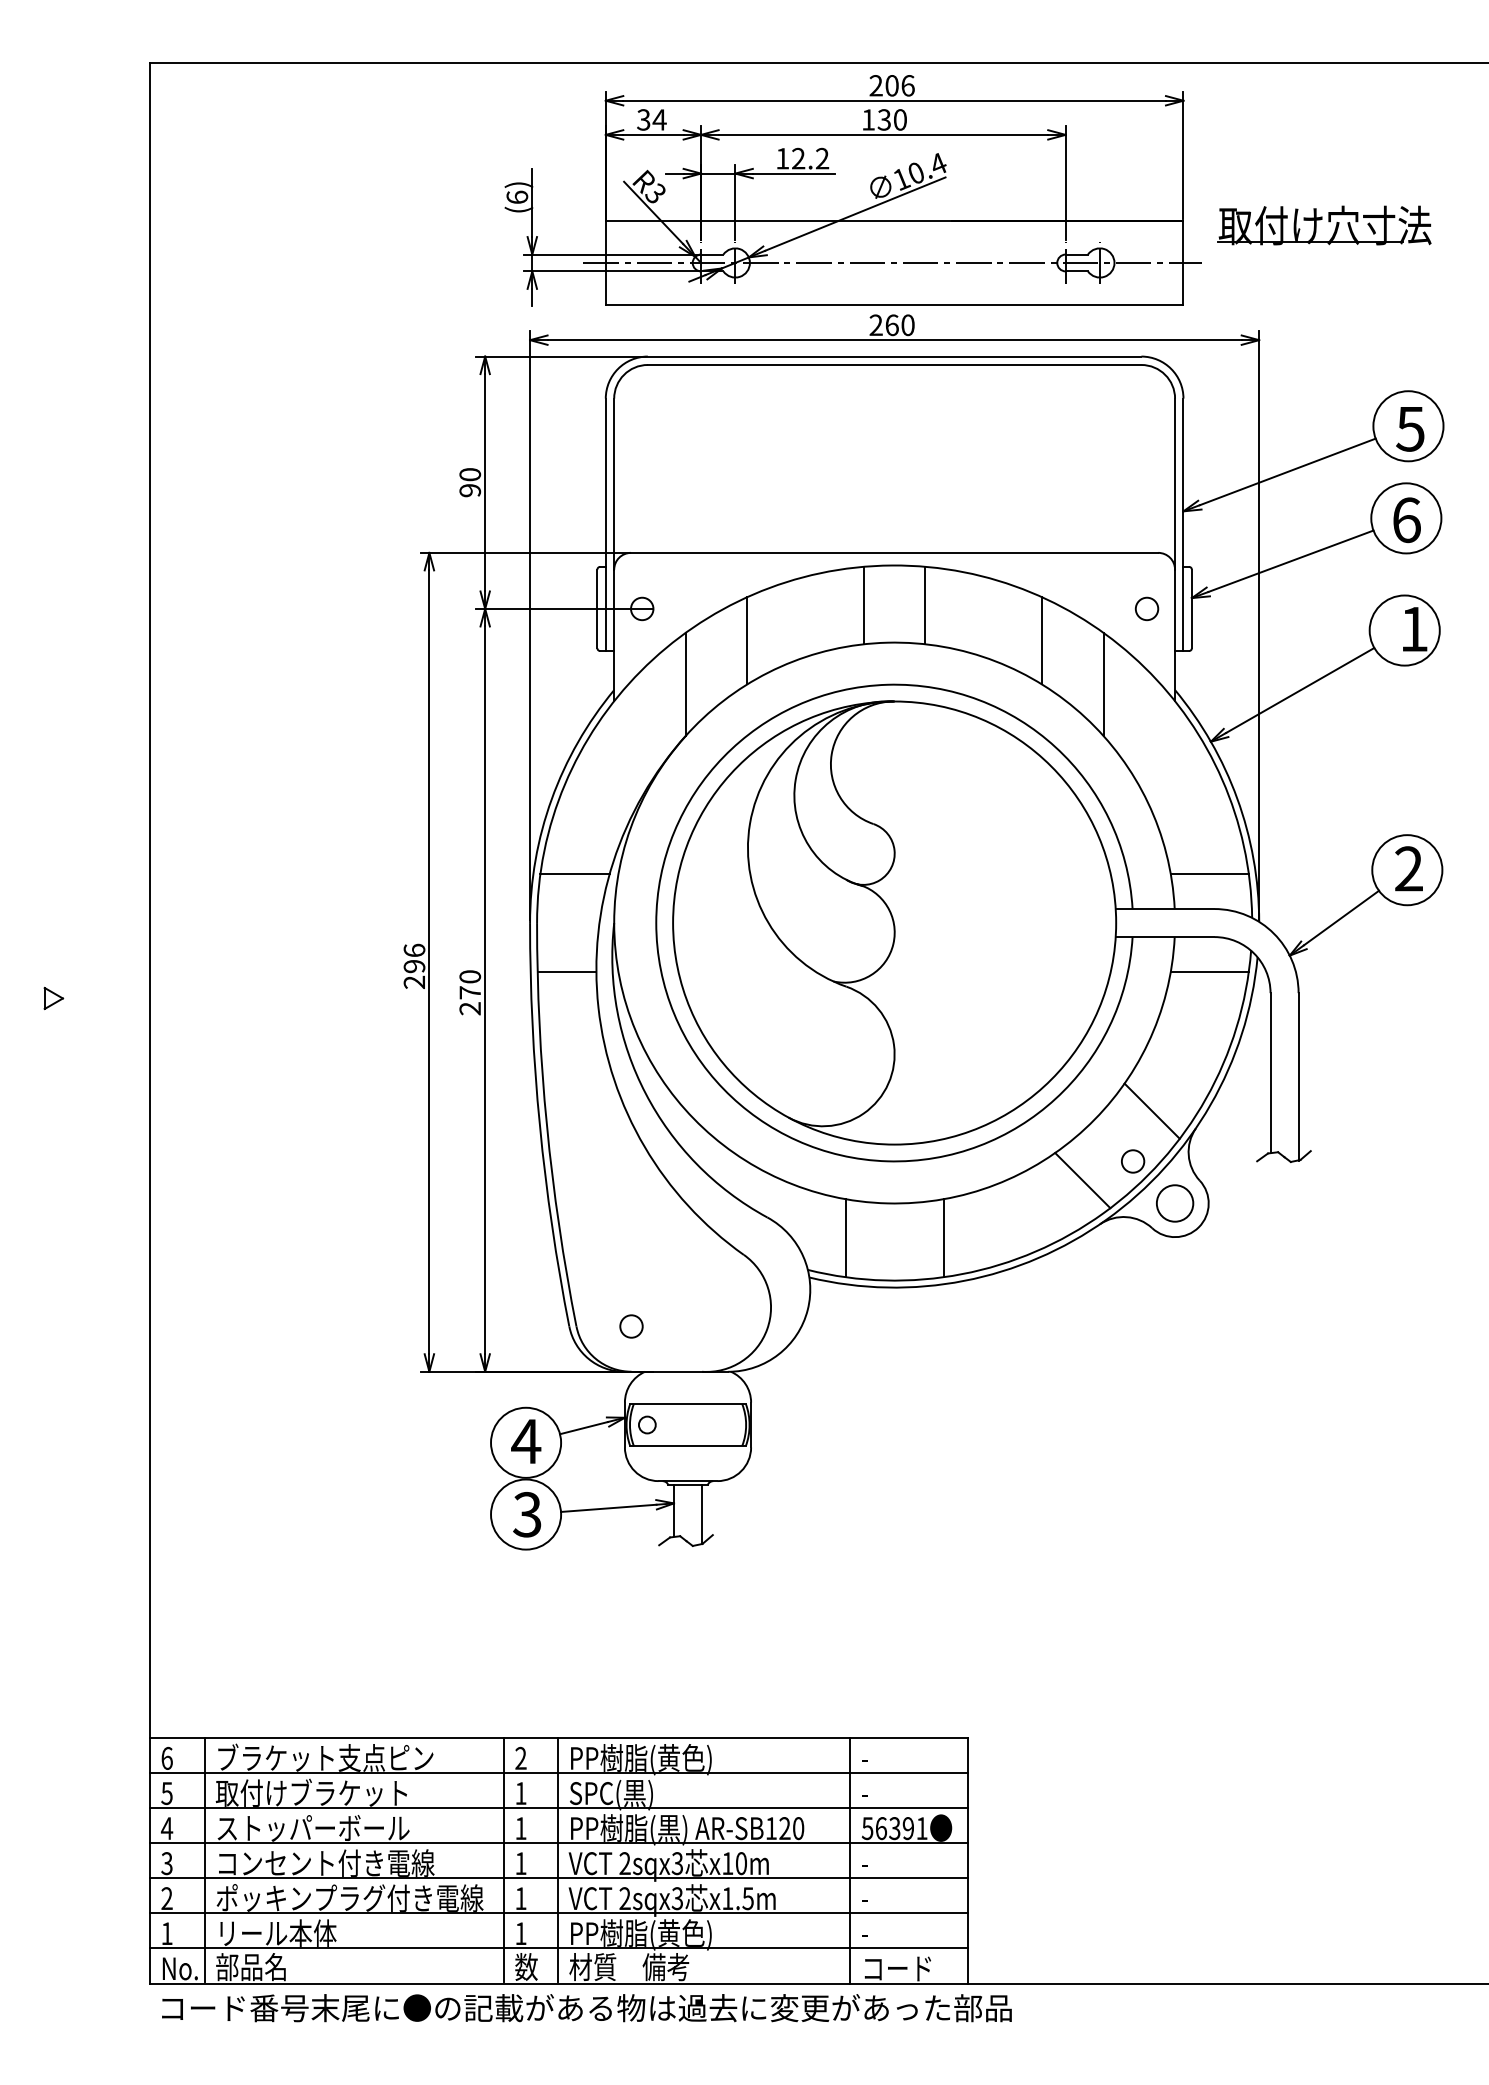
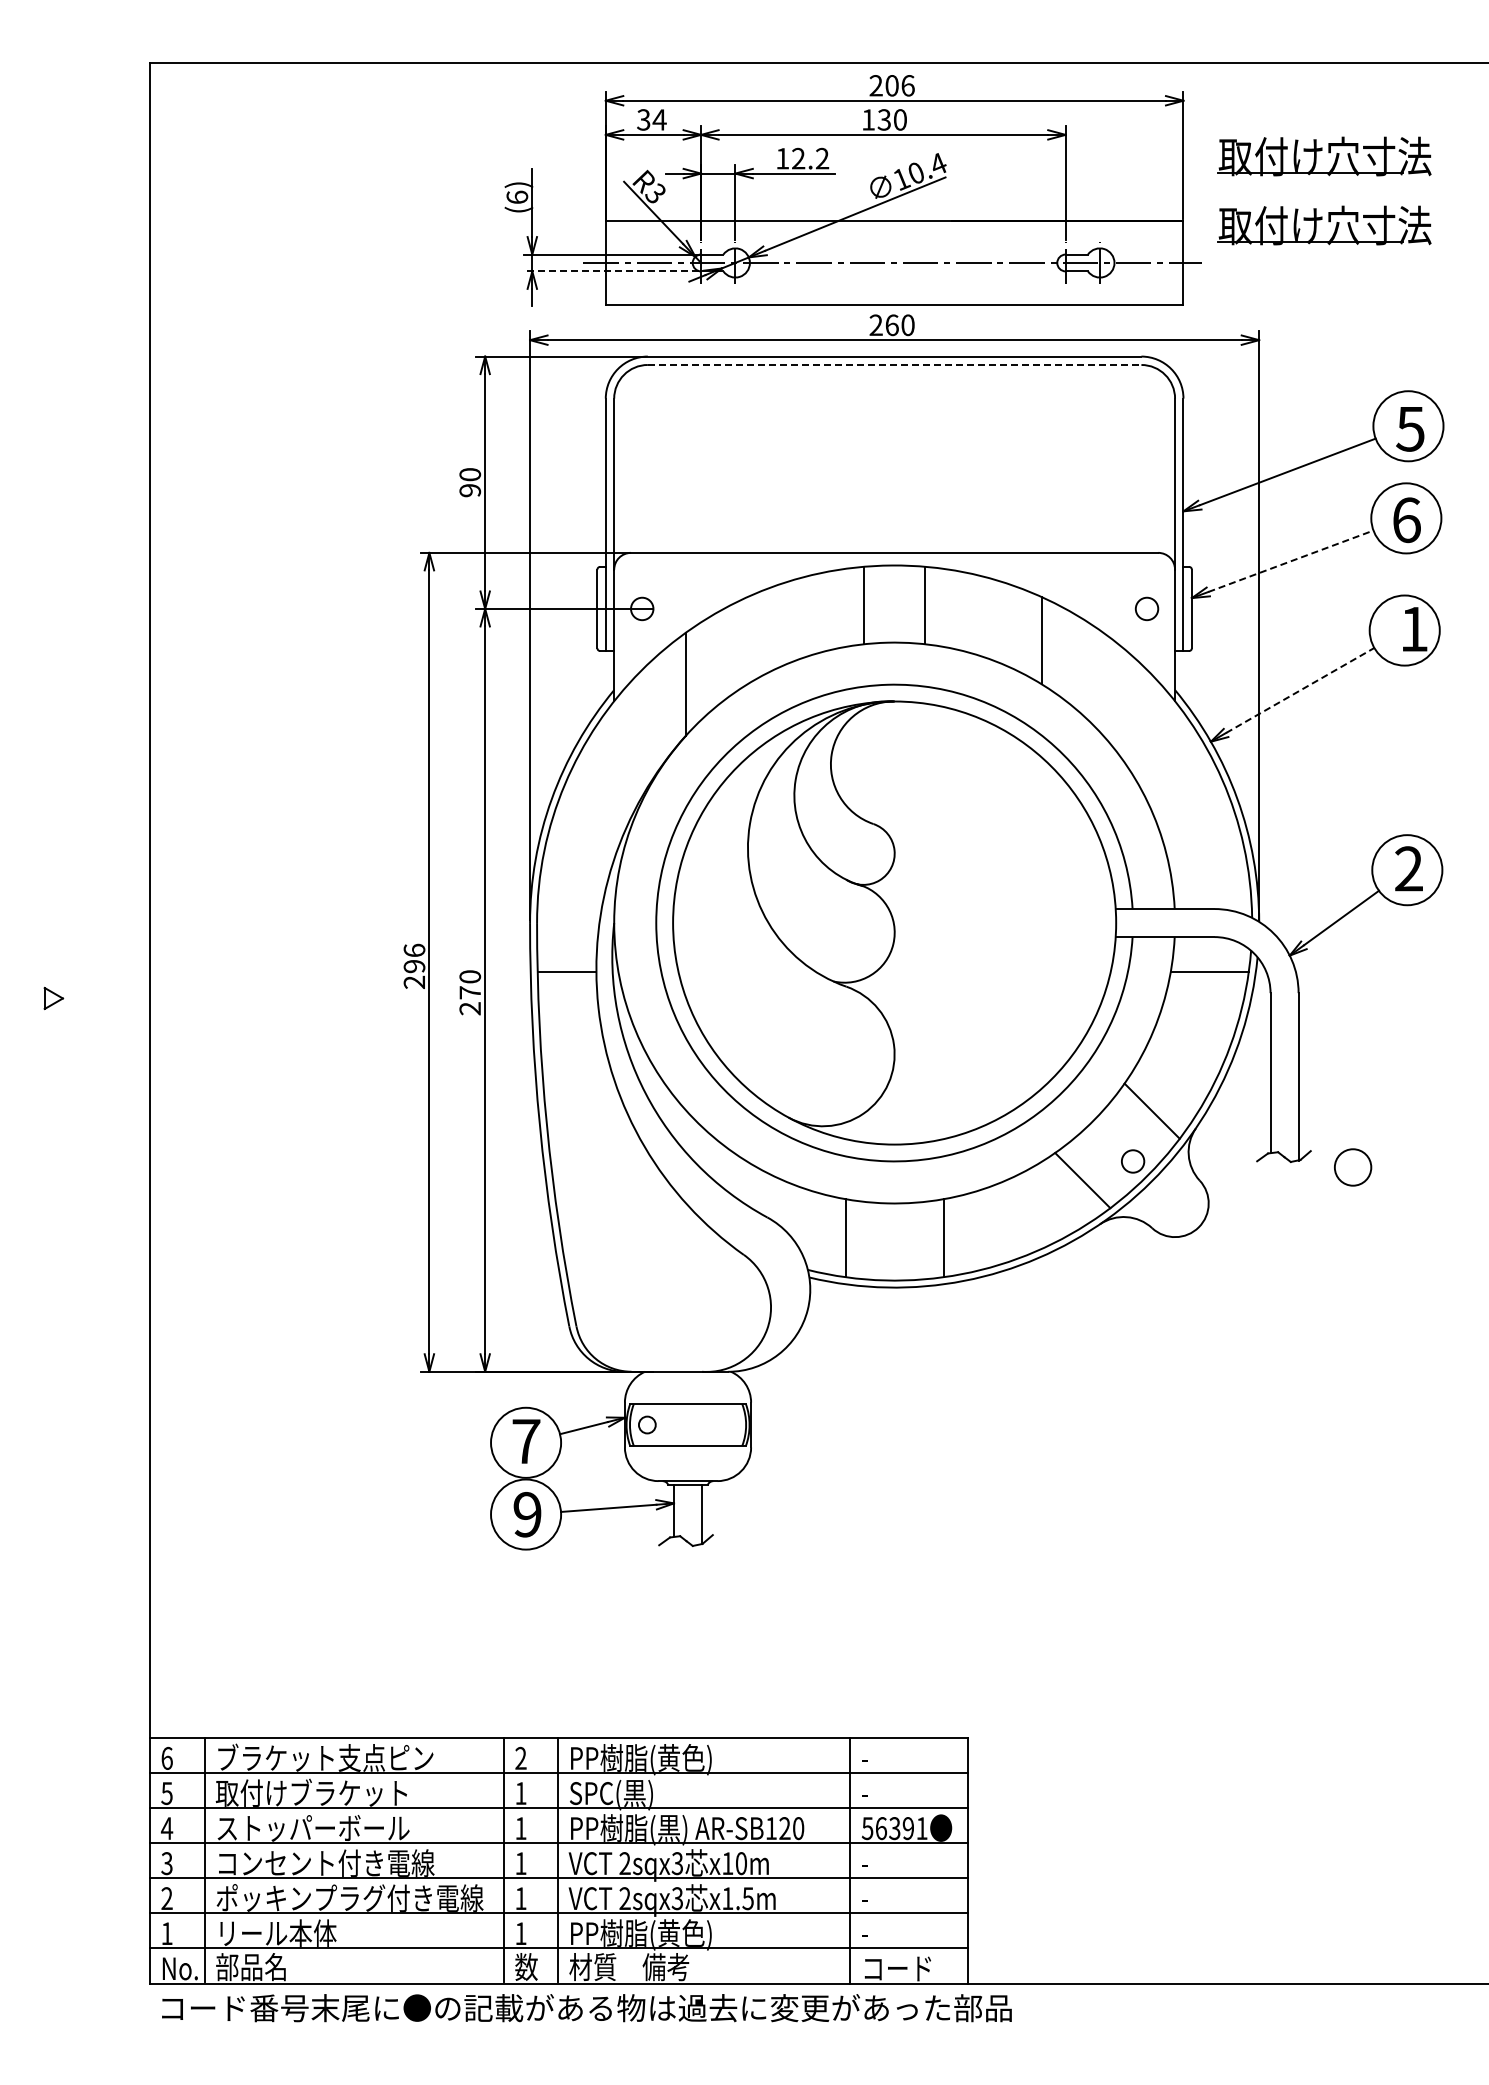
part at (1324, 156): none -> present
line at (611, 271): solid -> dashed
line at (894, 364): solid -> dashed
line at (1291, 561): solid -> dashed
line at (747, 640): present -> none
line at (1103, 684): present -> none
line at (1300, 690): solid -> dashed
line at (574, 873): present -> none
line at (1209, 873): present -> none
circle at (1175, 1203) position: (1175, 1203) -> (1353, 1167)
circle at (631, 1326): present -> none
text at (526, 1441): 4 -> 7
text at (527, 1514): 3 -> 9
